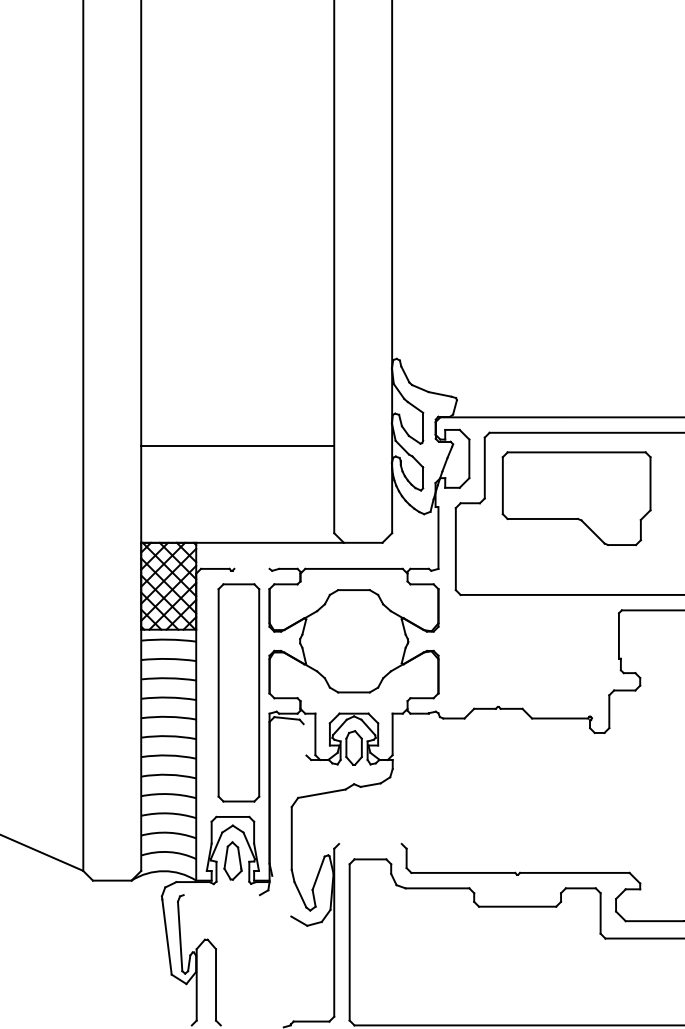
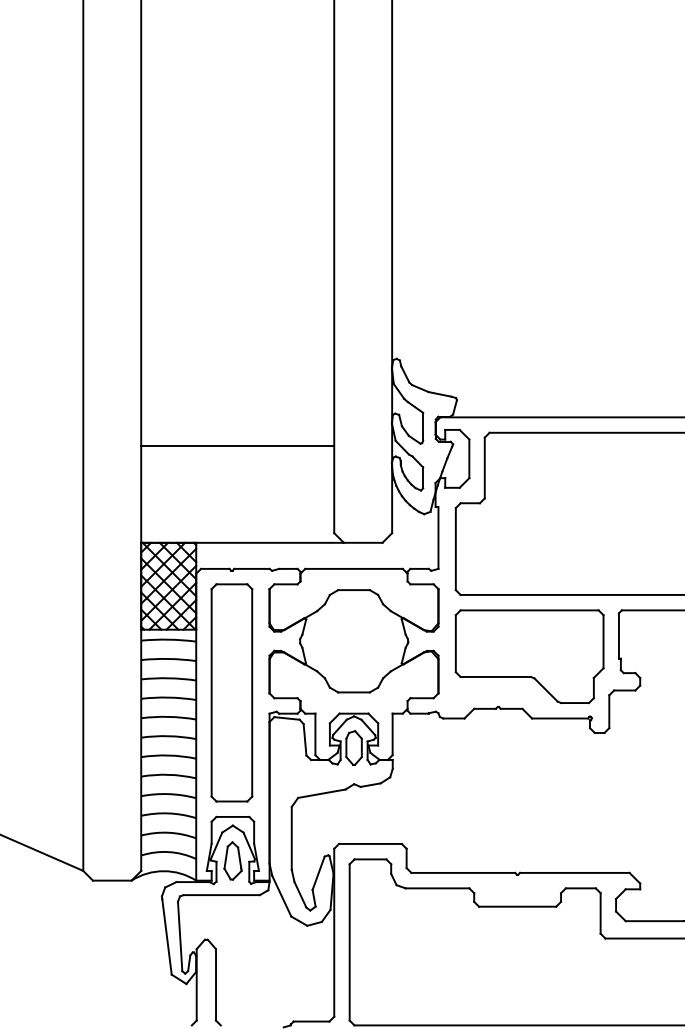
part at (576, 498) position: (576, 498) -> (529, 656)
line at (251, 568): none -> present
part at (238, 692) position: (238, 692) -> (231, 692)
line at (304, 739): none -> present
line at (370, 843): none -> present
line at (221, 895): none -> present
line at (281, 895): none -> present
